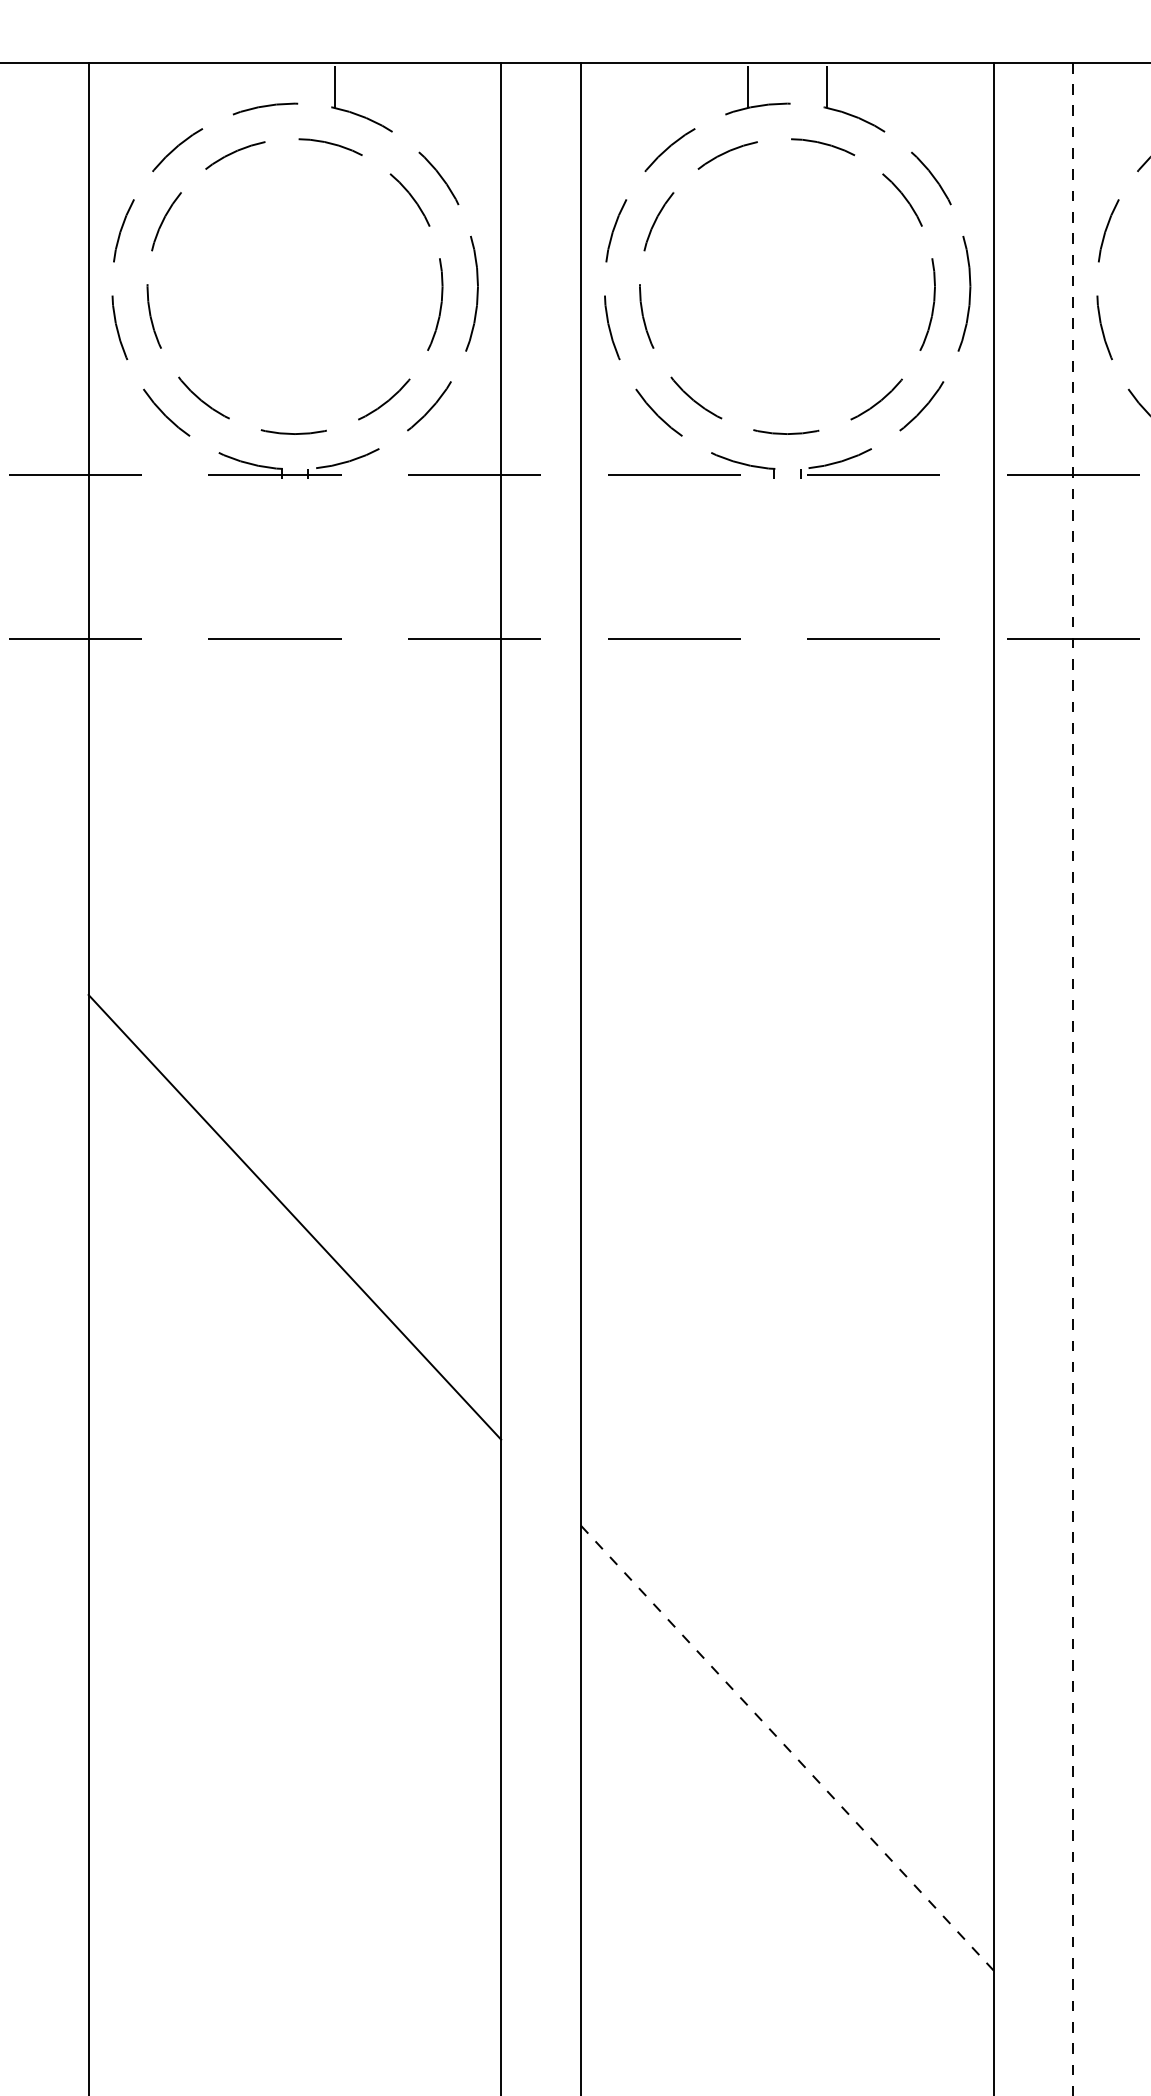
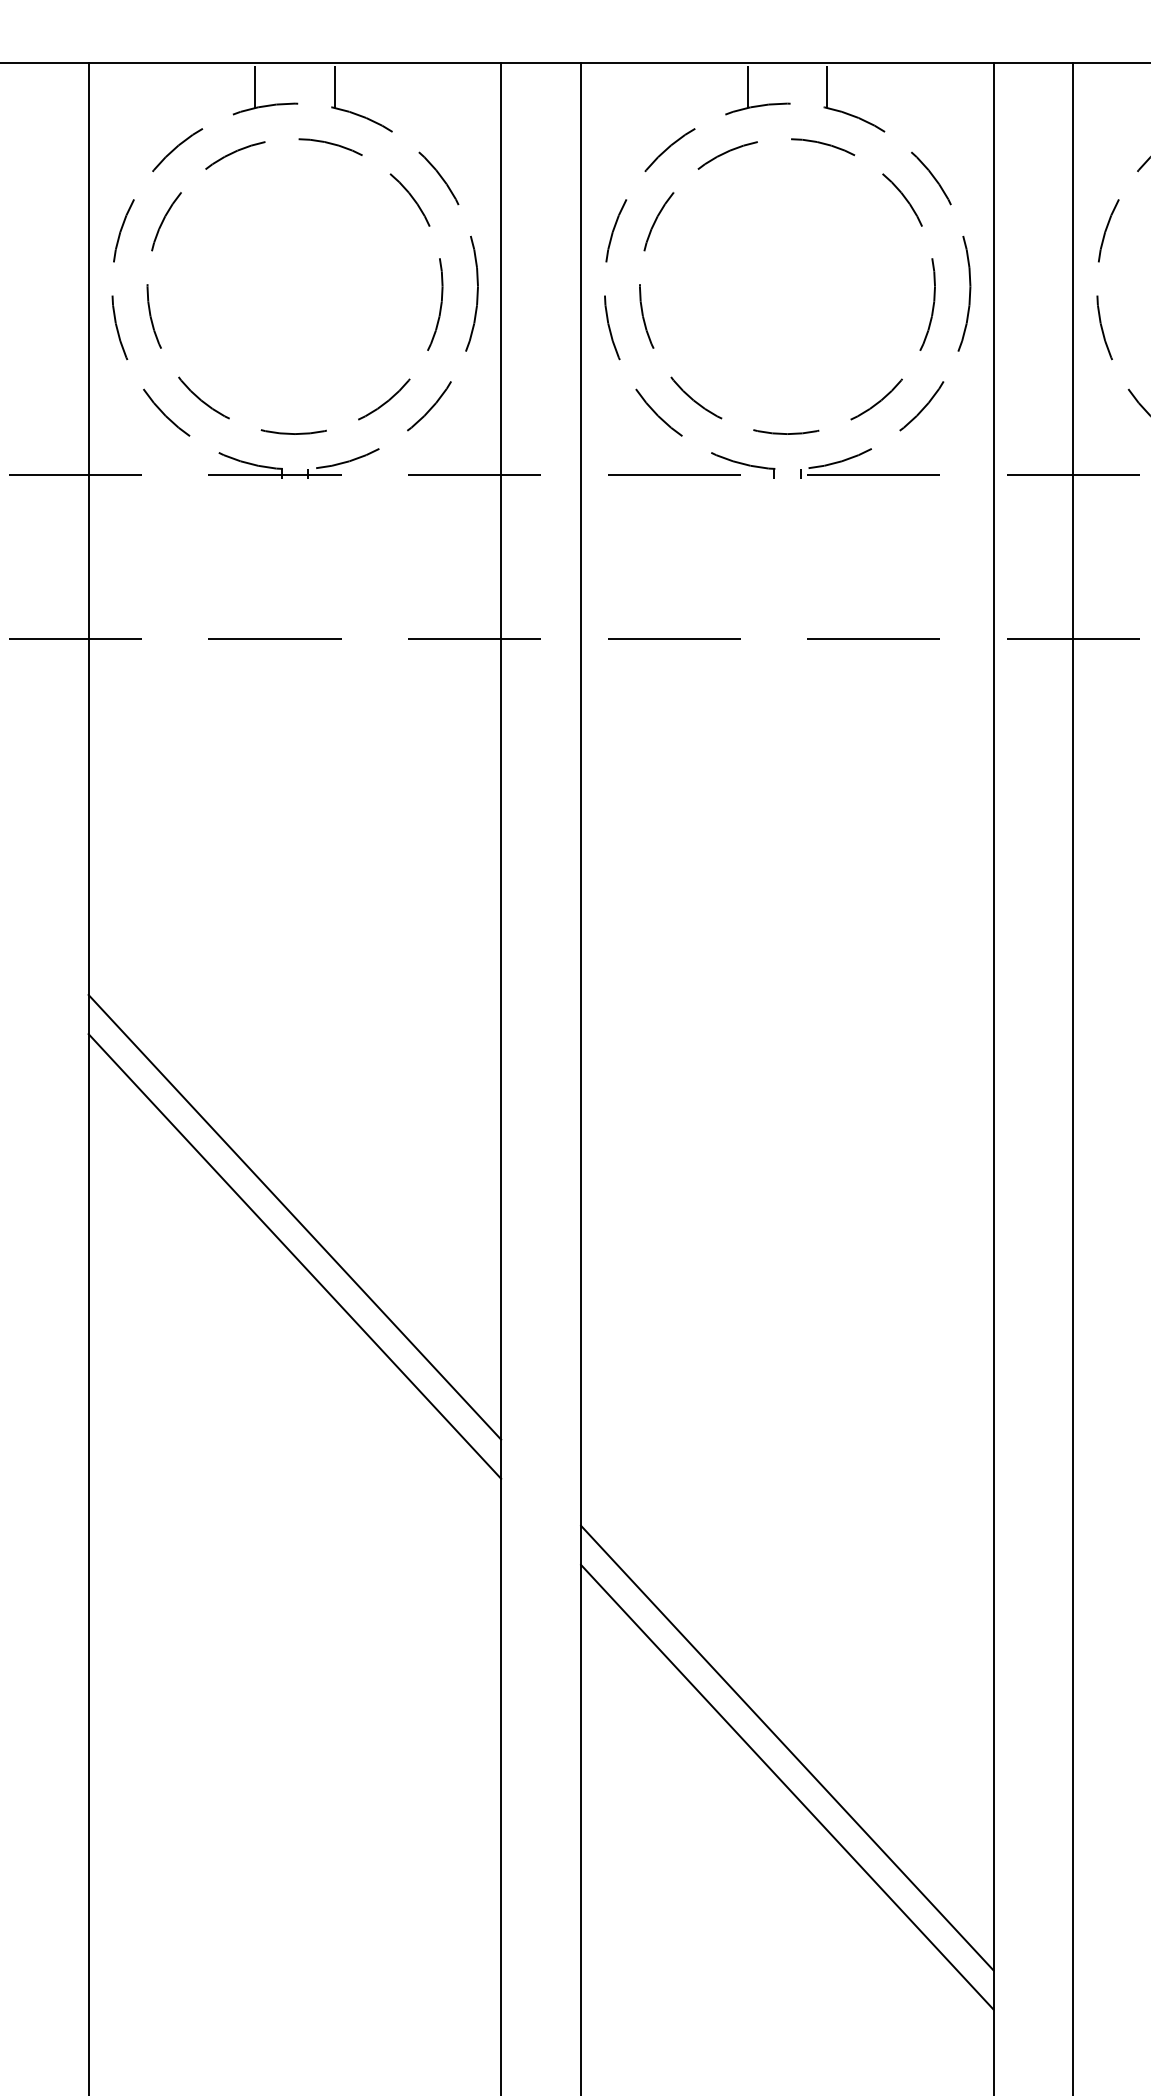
line at (255, 87): none -> present
line at (1073, 1079): dashed -> solid
line at (294, 1256): none -> present
line at (787, 1748): dashed -> solid
line at (787, 1786): none -> present
